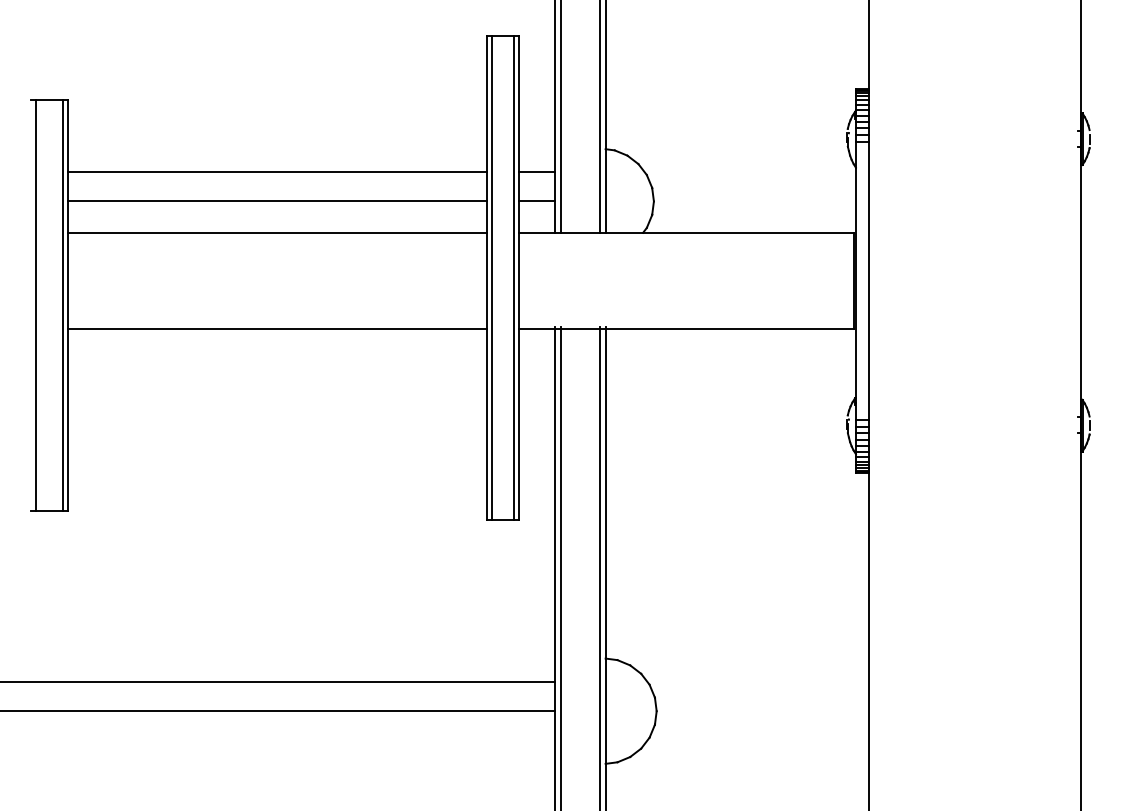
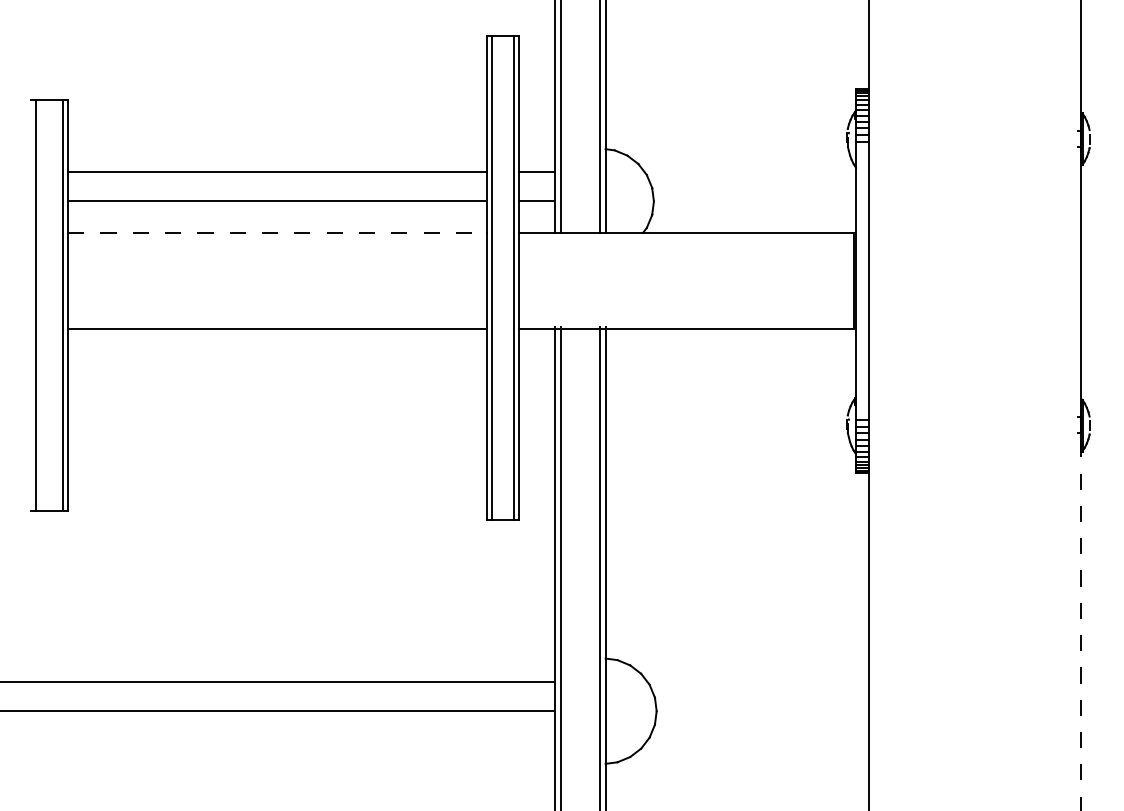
line at (277, 232): solid -> dashed
line at (1080, 621): solid -> dashed
